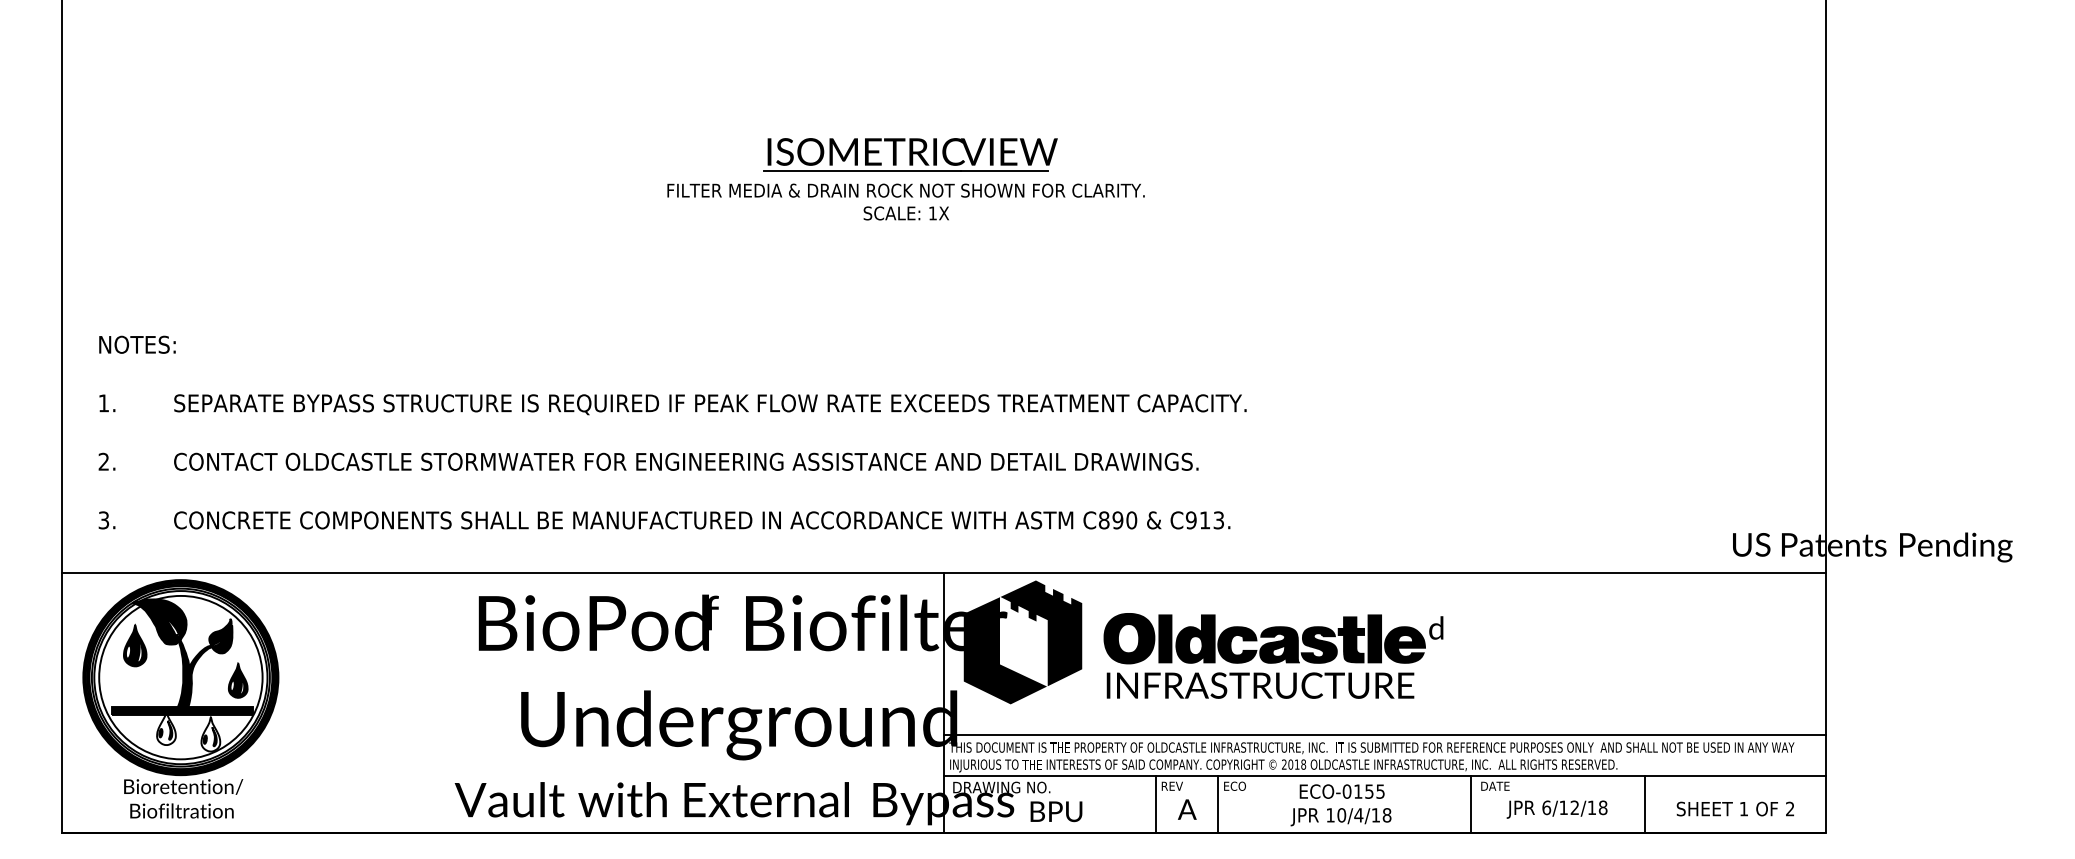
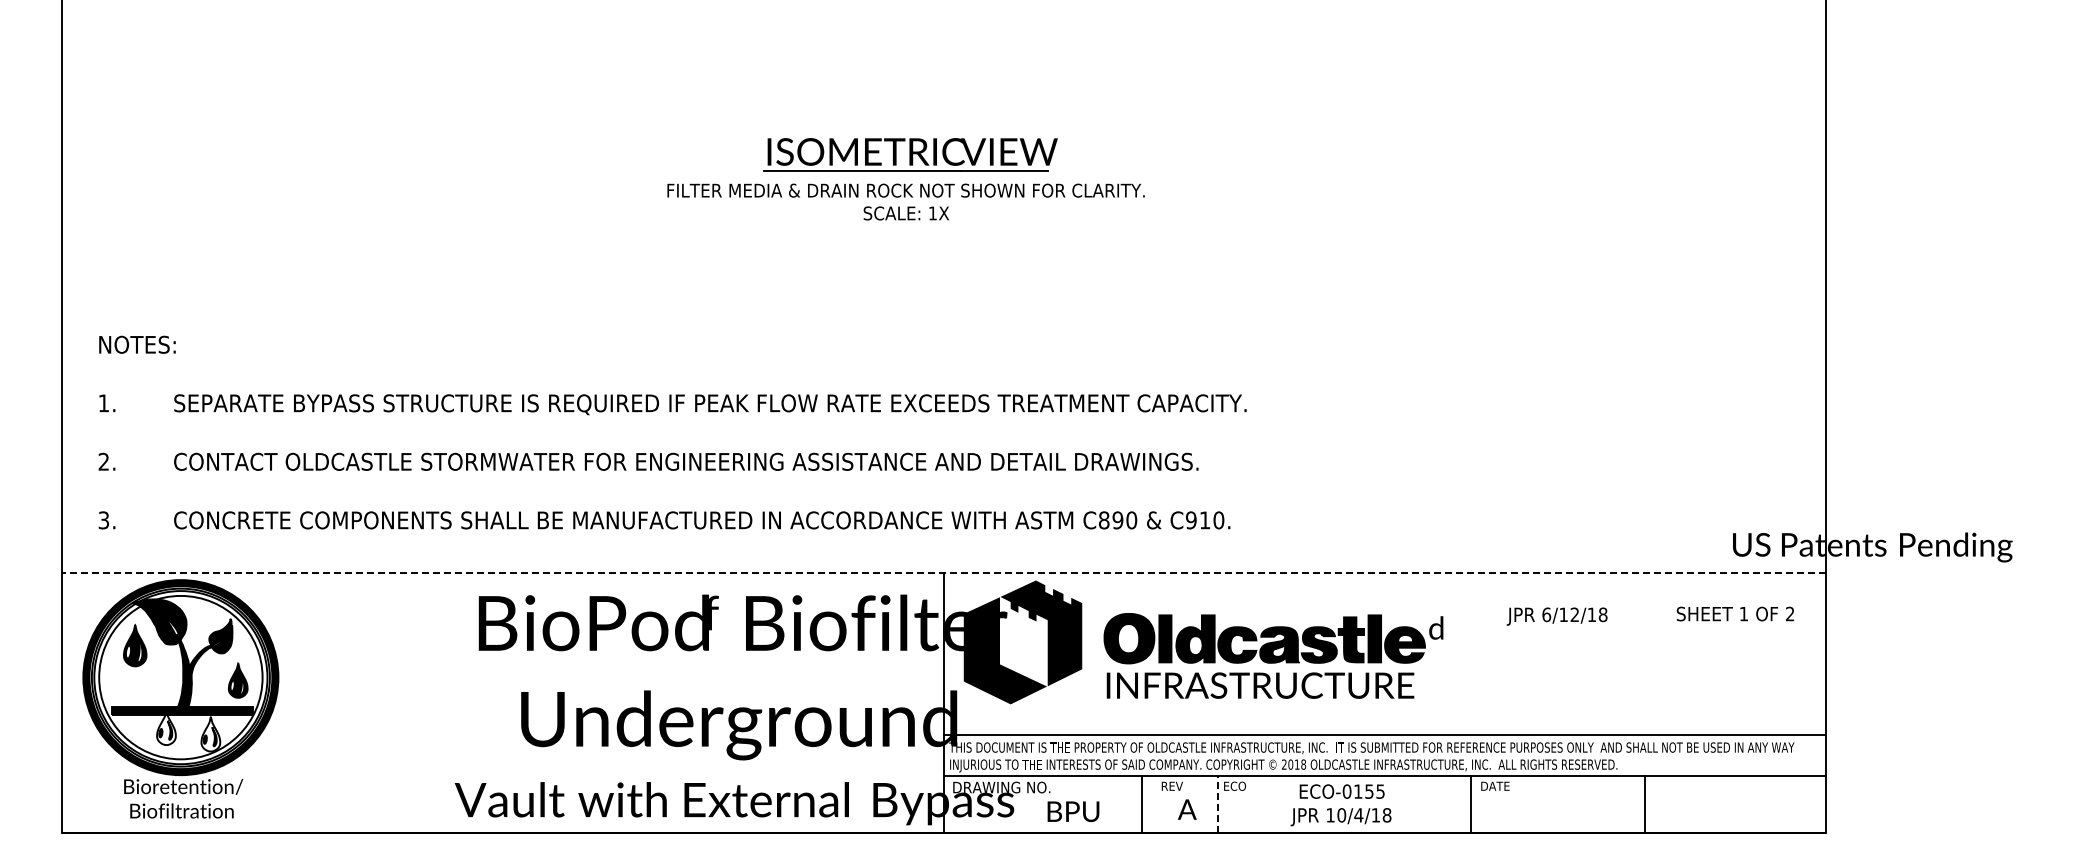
text at (1218, 520): C913. -> C910.
line at (944, 572): solid -> dashed
line at (1155, 804) position: (1155, 804) -> (1141, 804)
line at (1217, 804): solid -> dashed
text at (1734, 808) position: (1734, 808) -> (1734, 613)
text at (1556, 809) position: (1556, 809) -> (1556, 616)
text at (1056, 811) position: (1056, 811) -> (1073, 811)
